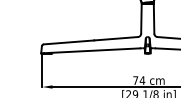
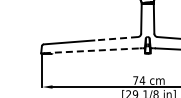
line at (116, 38): solid -> dashed
line at (91, 50): solid -> dashed
